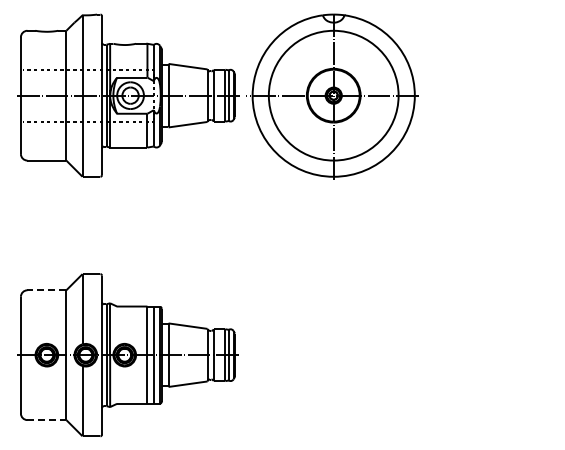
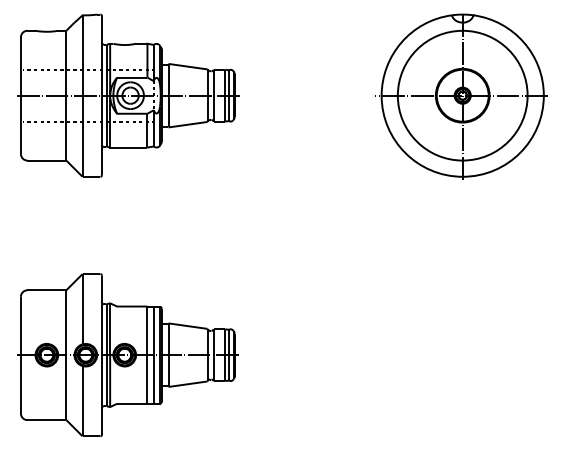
part at (332, 96) position: (332, 96) -> (461, 96)
line at (46, 290): dashed -> solid
line at (47, 420): dashed -> solid
